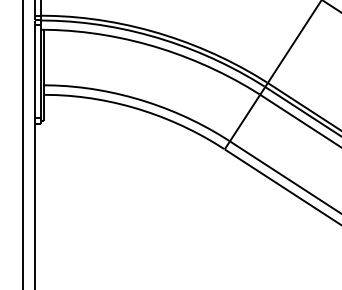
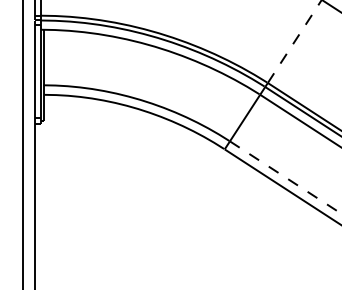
line at (294, 41): solid -> dashed
line at (286, 177): solid -> dashed
